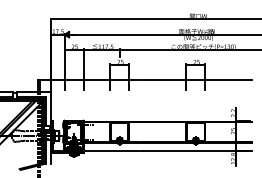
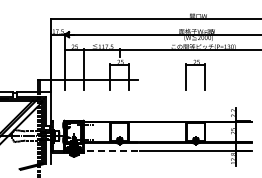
line at (195, 80): present -> none
line at (110, 150): solid -> dashed
